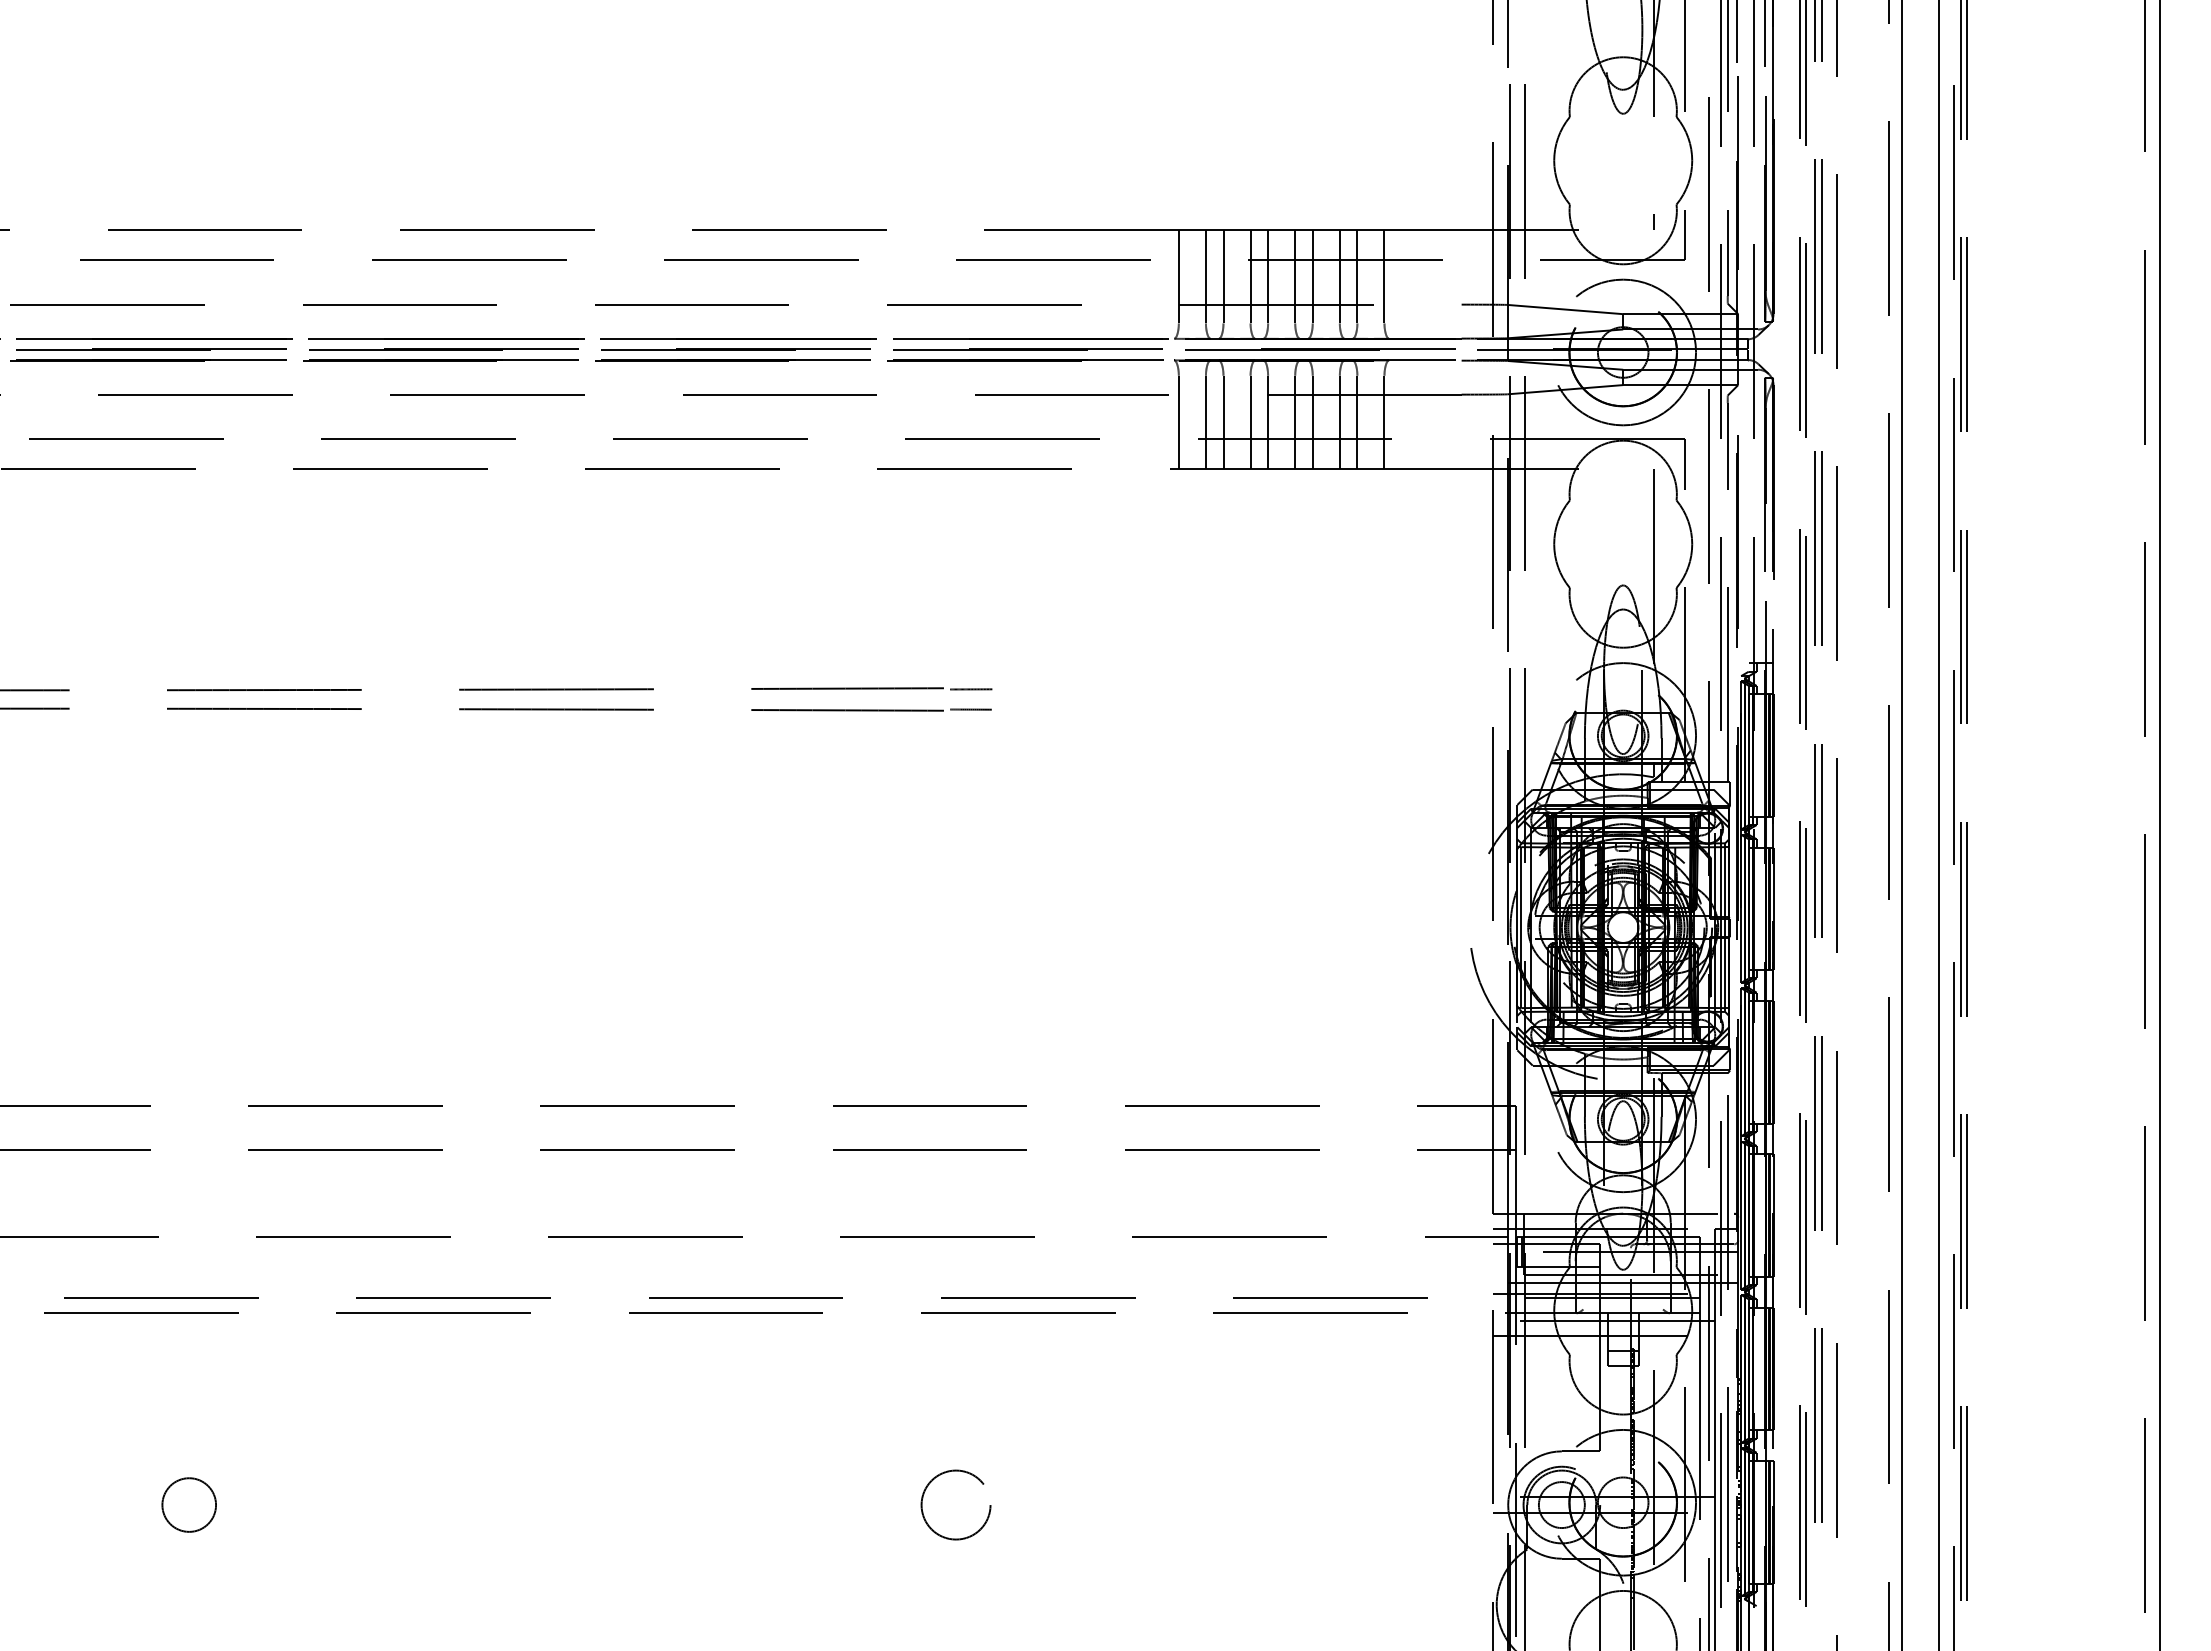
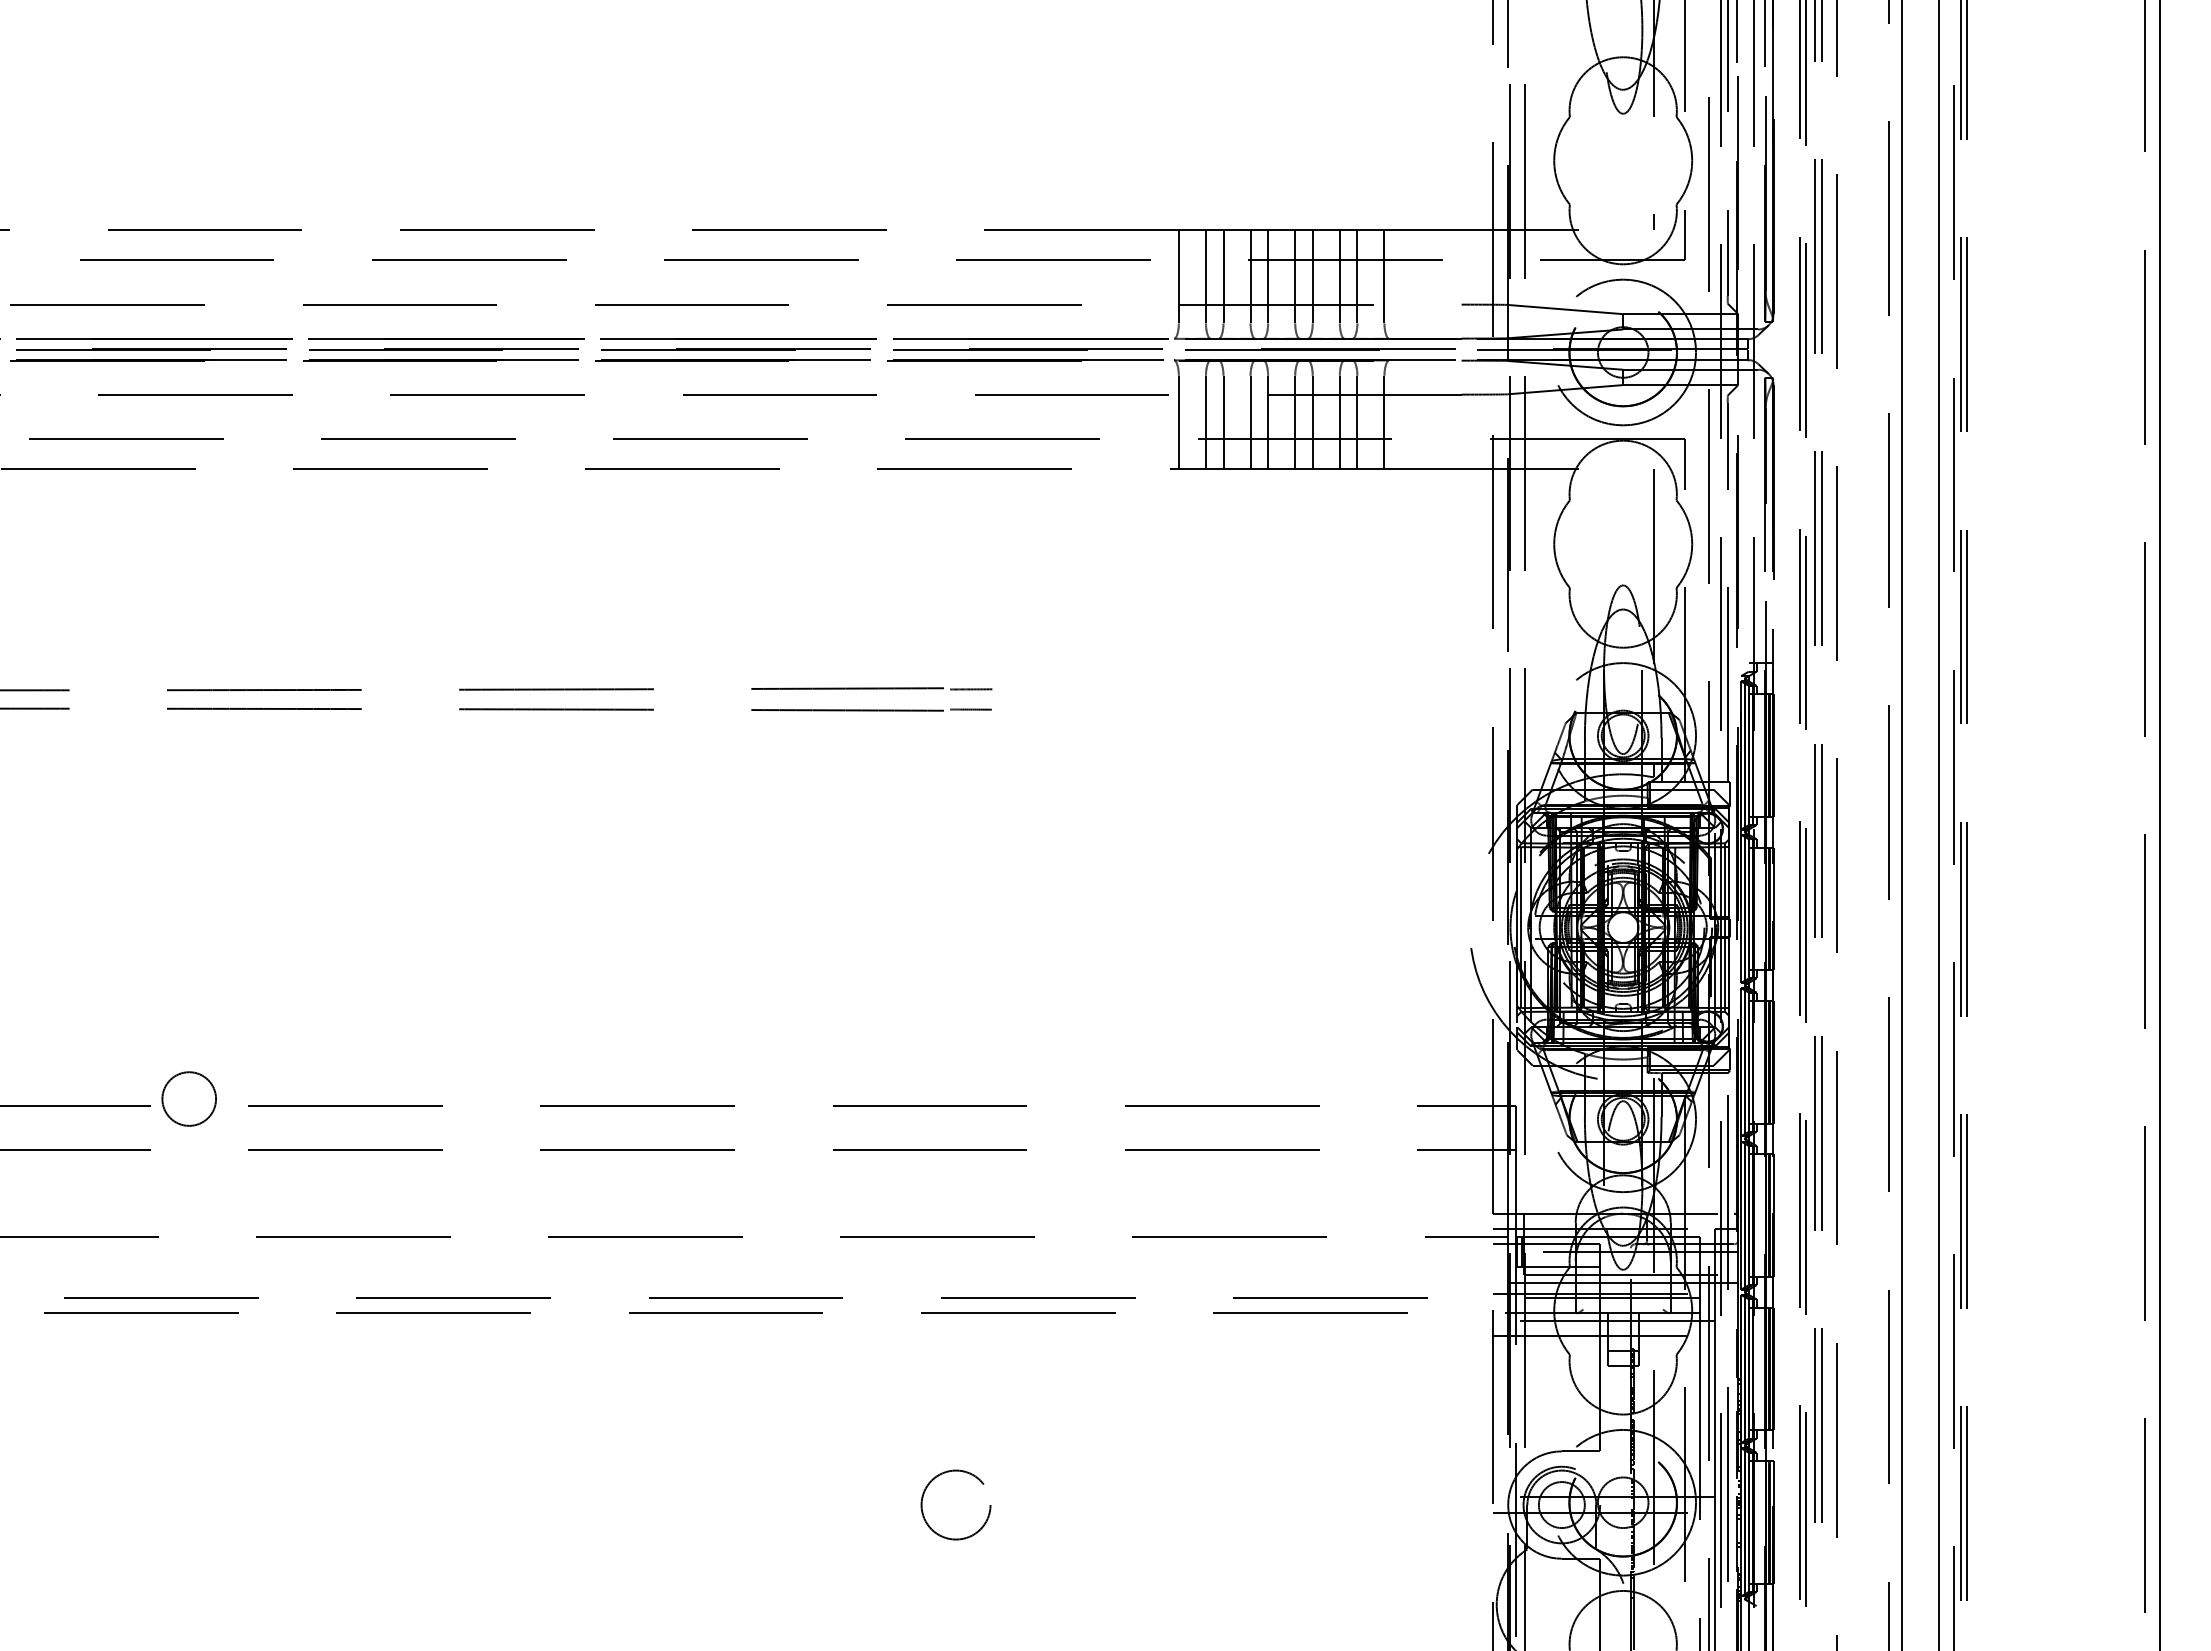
circle at (188, 1504) position: (188, 1504) -> (188, 1098)
